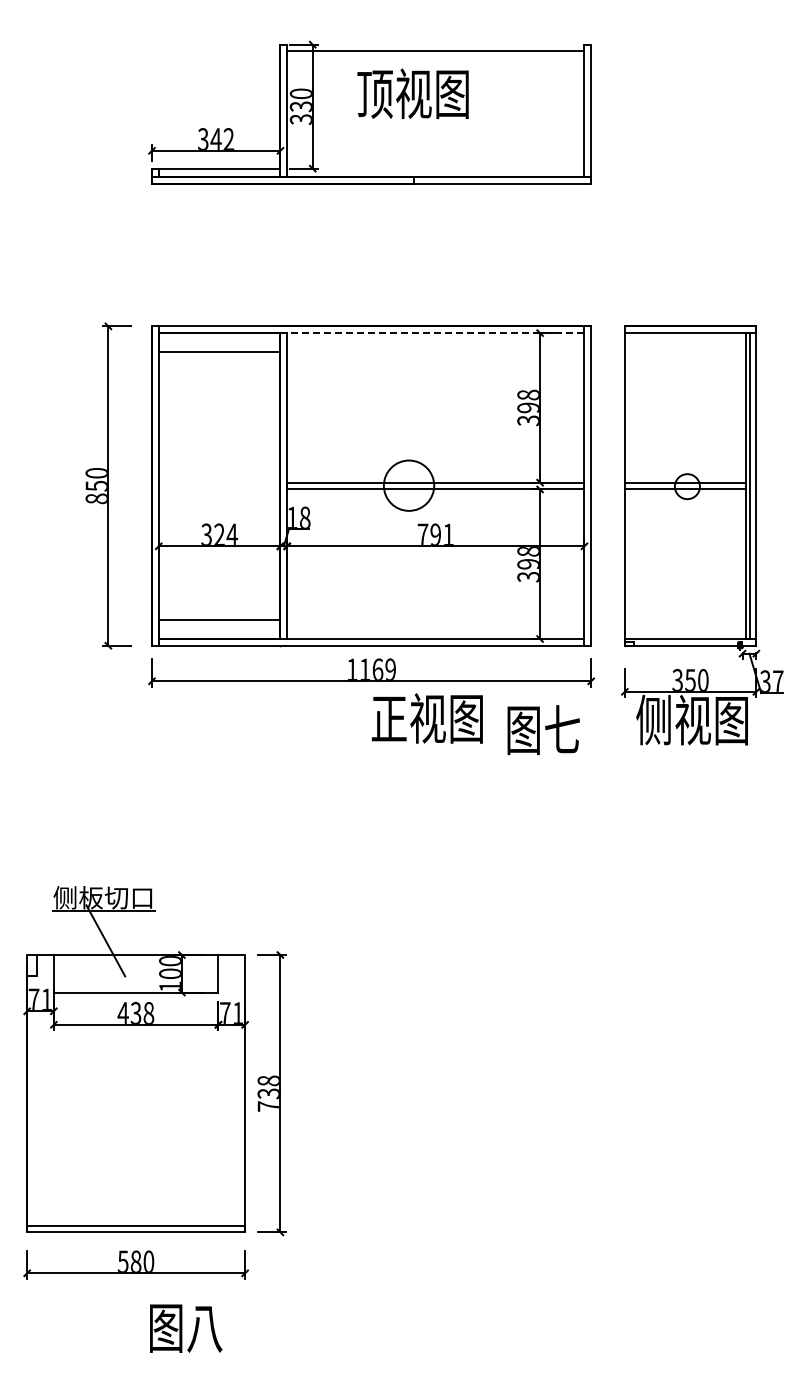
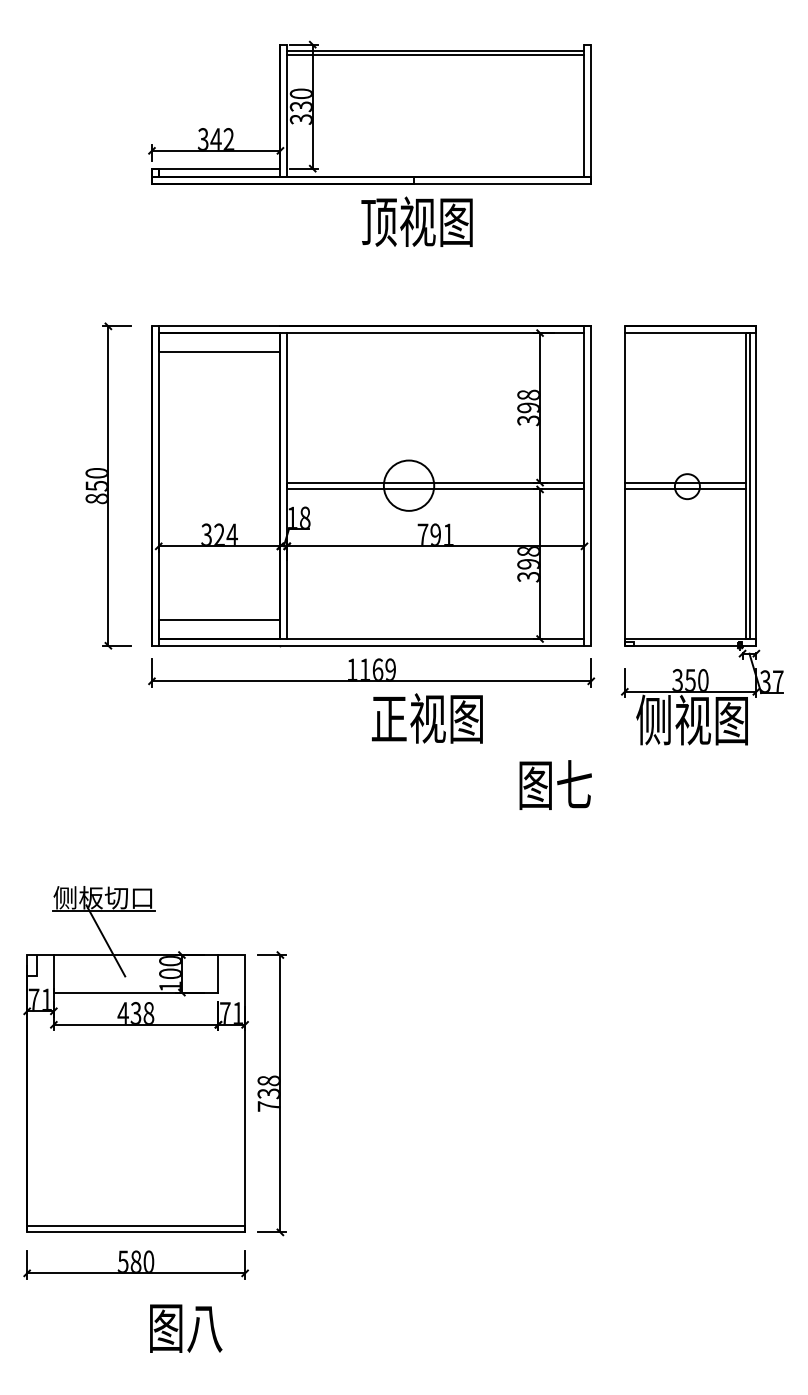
line at (435, 54): none -> present
text at (412, 93) position: (412, 93) -> (416, 221)
line at (435, 333): dashed -> solid
text at (543, 729) position: (543, 729) -> (555, 784)
